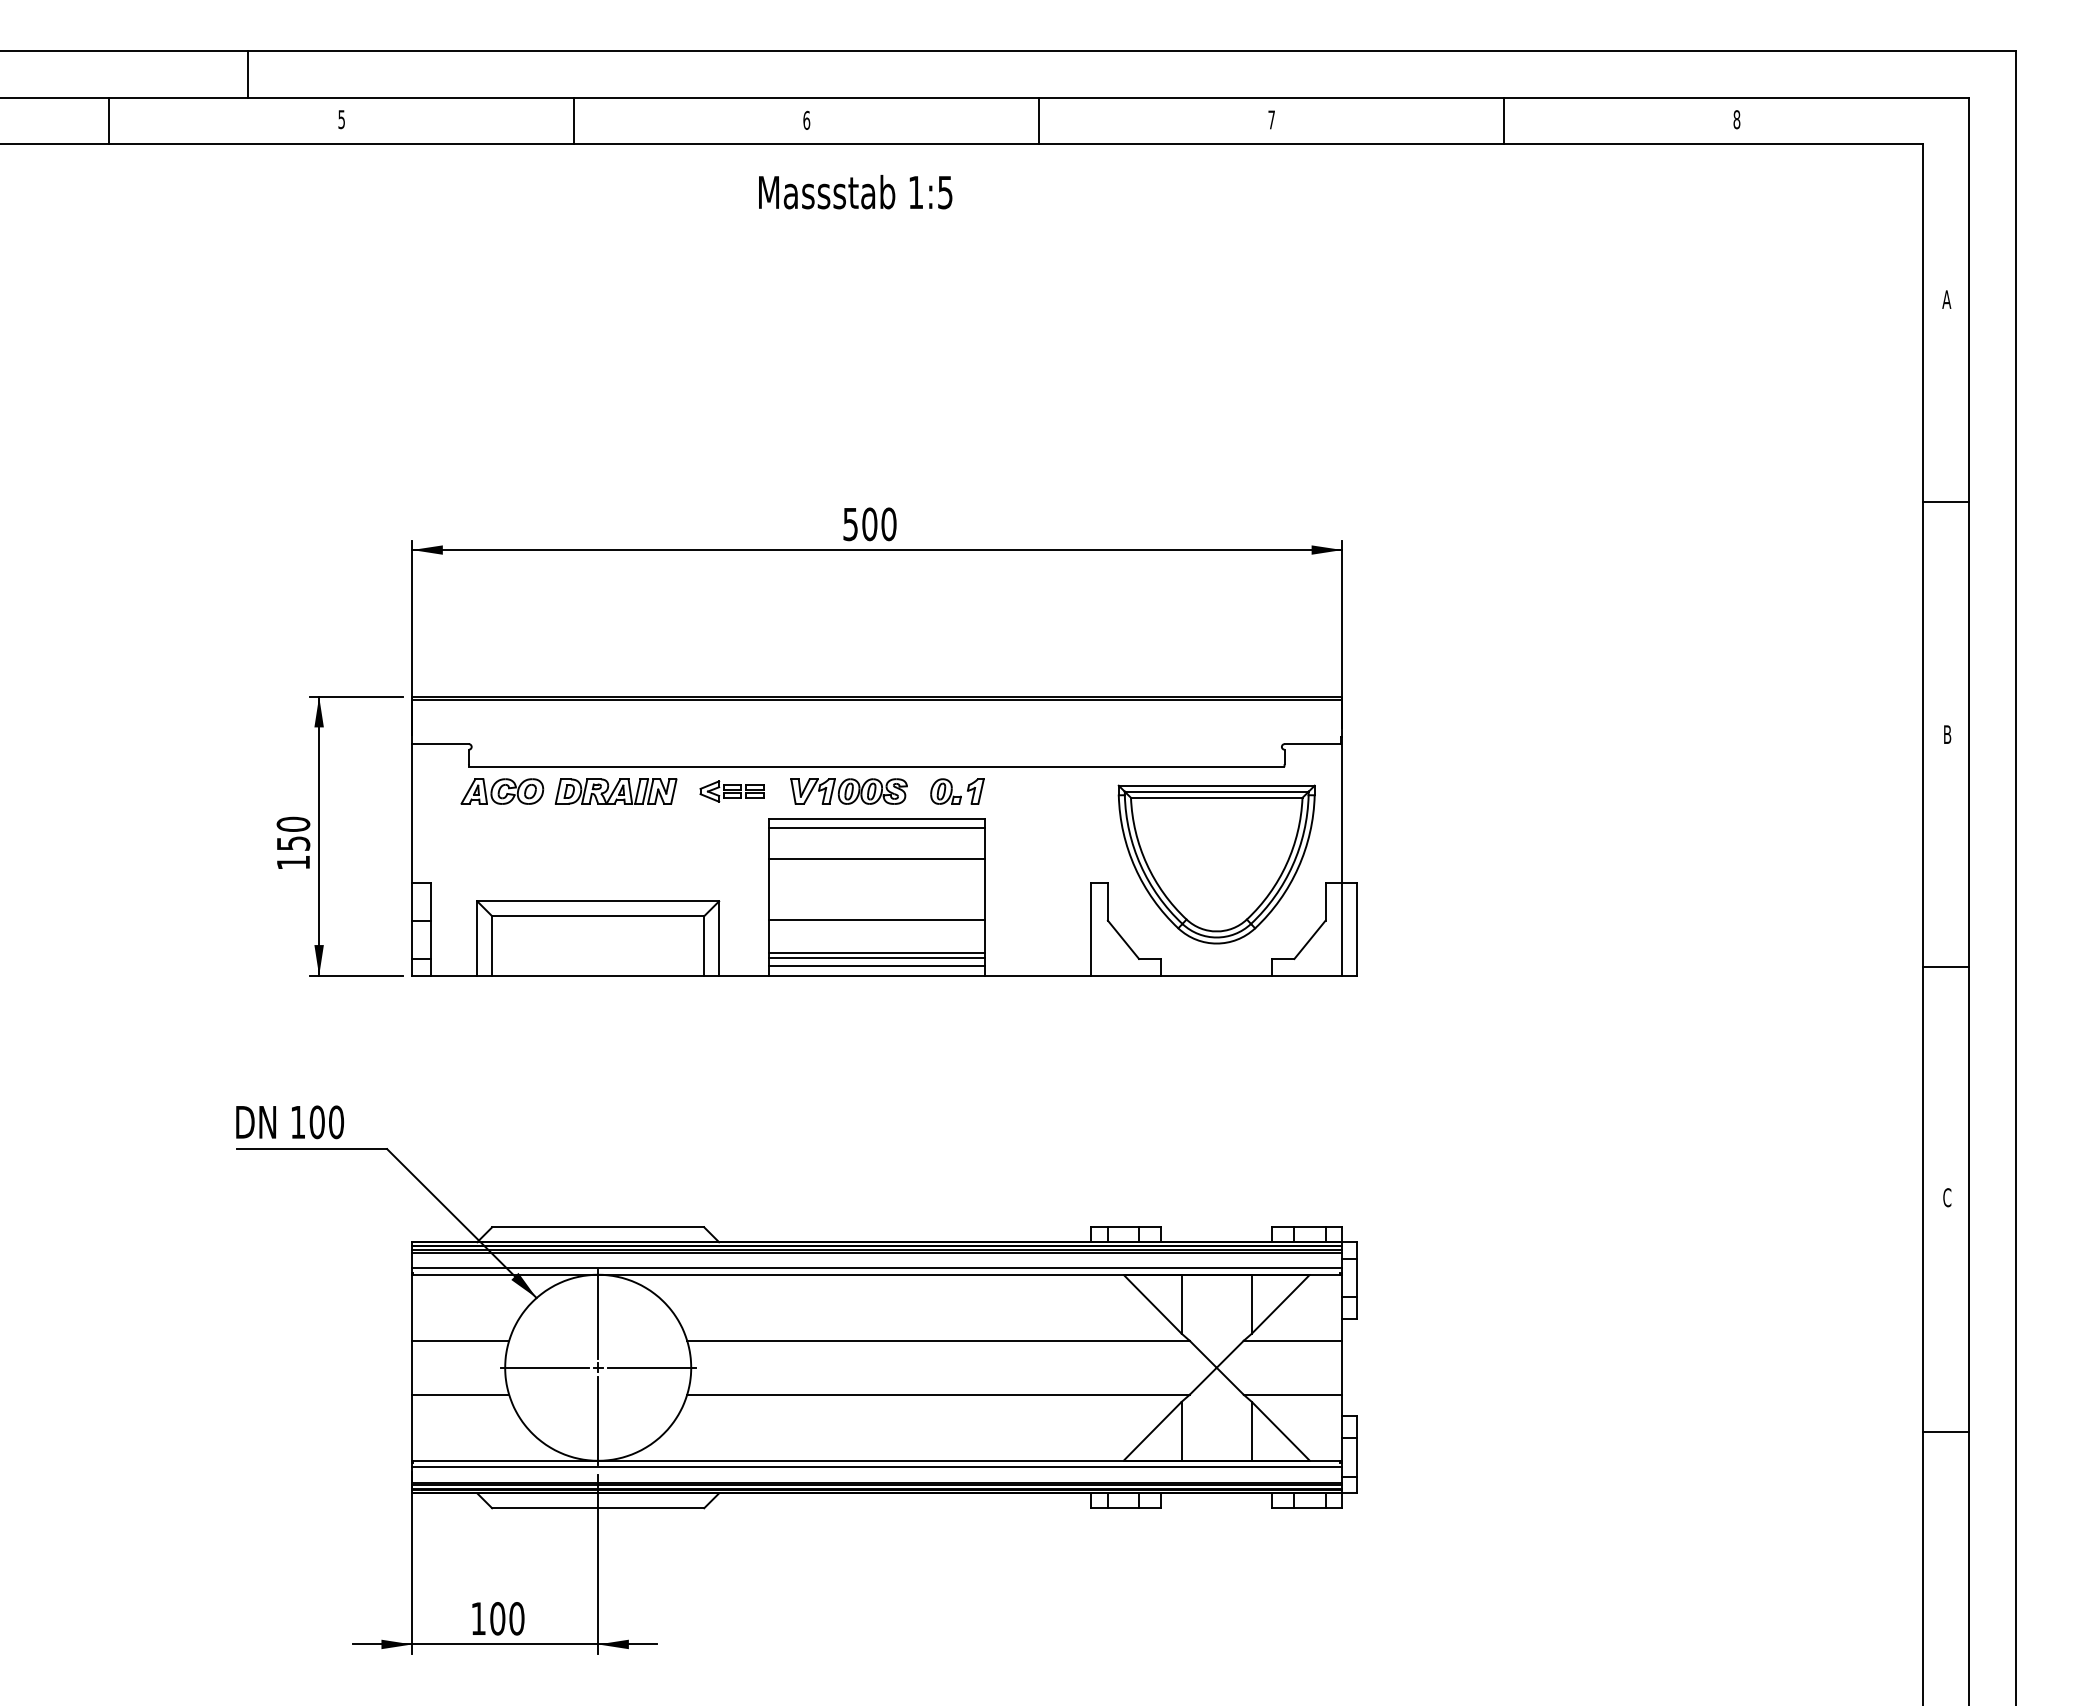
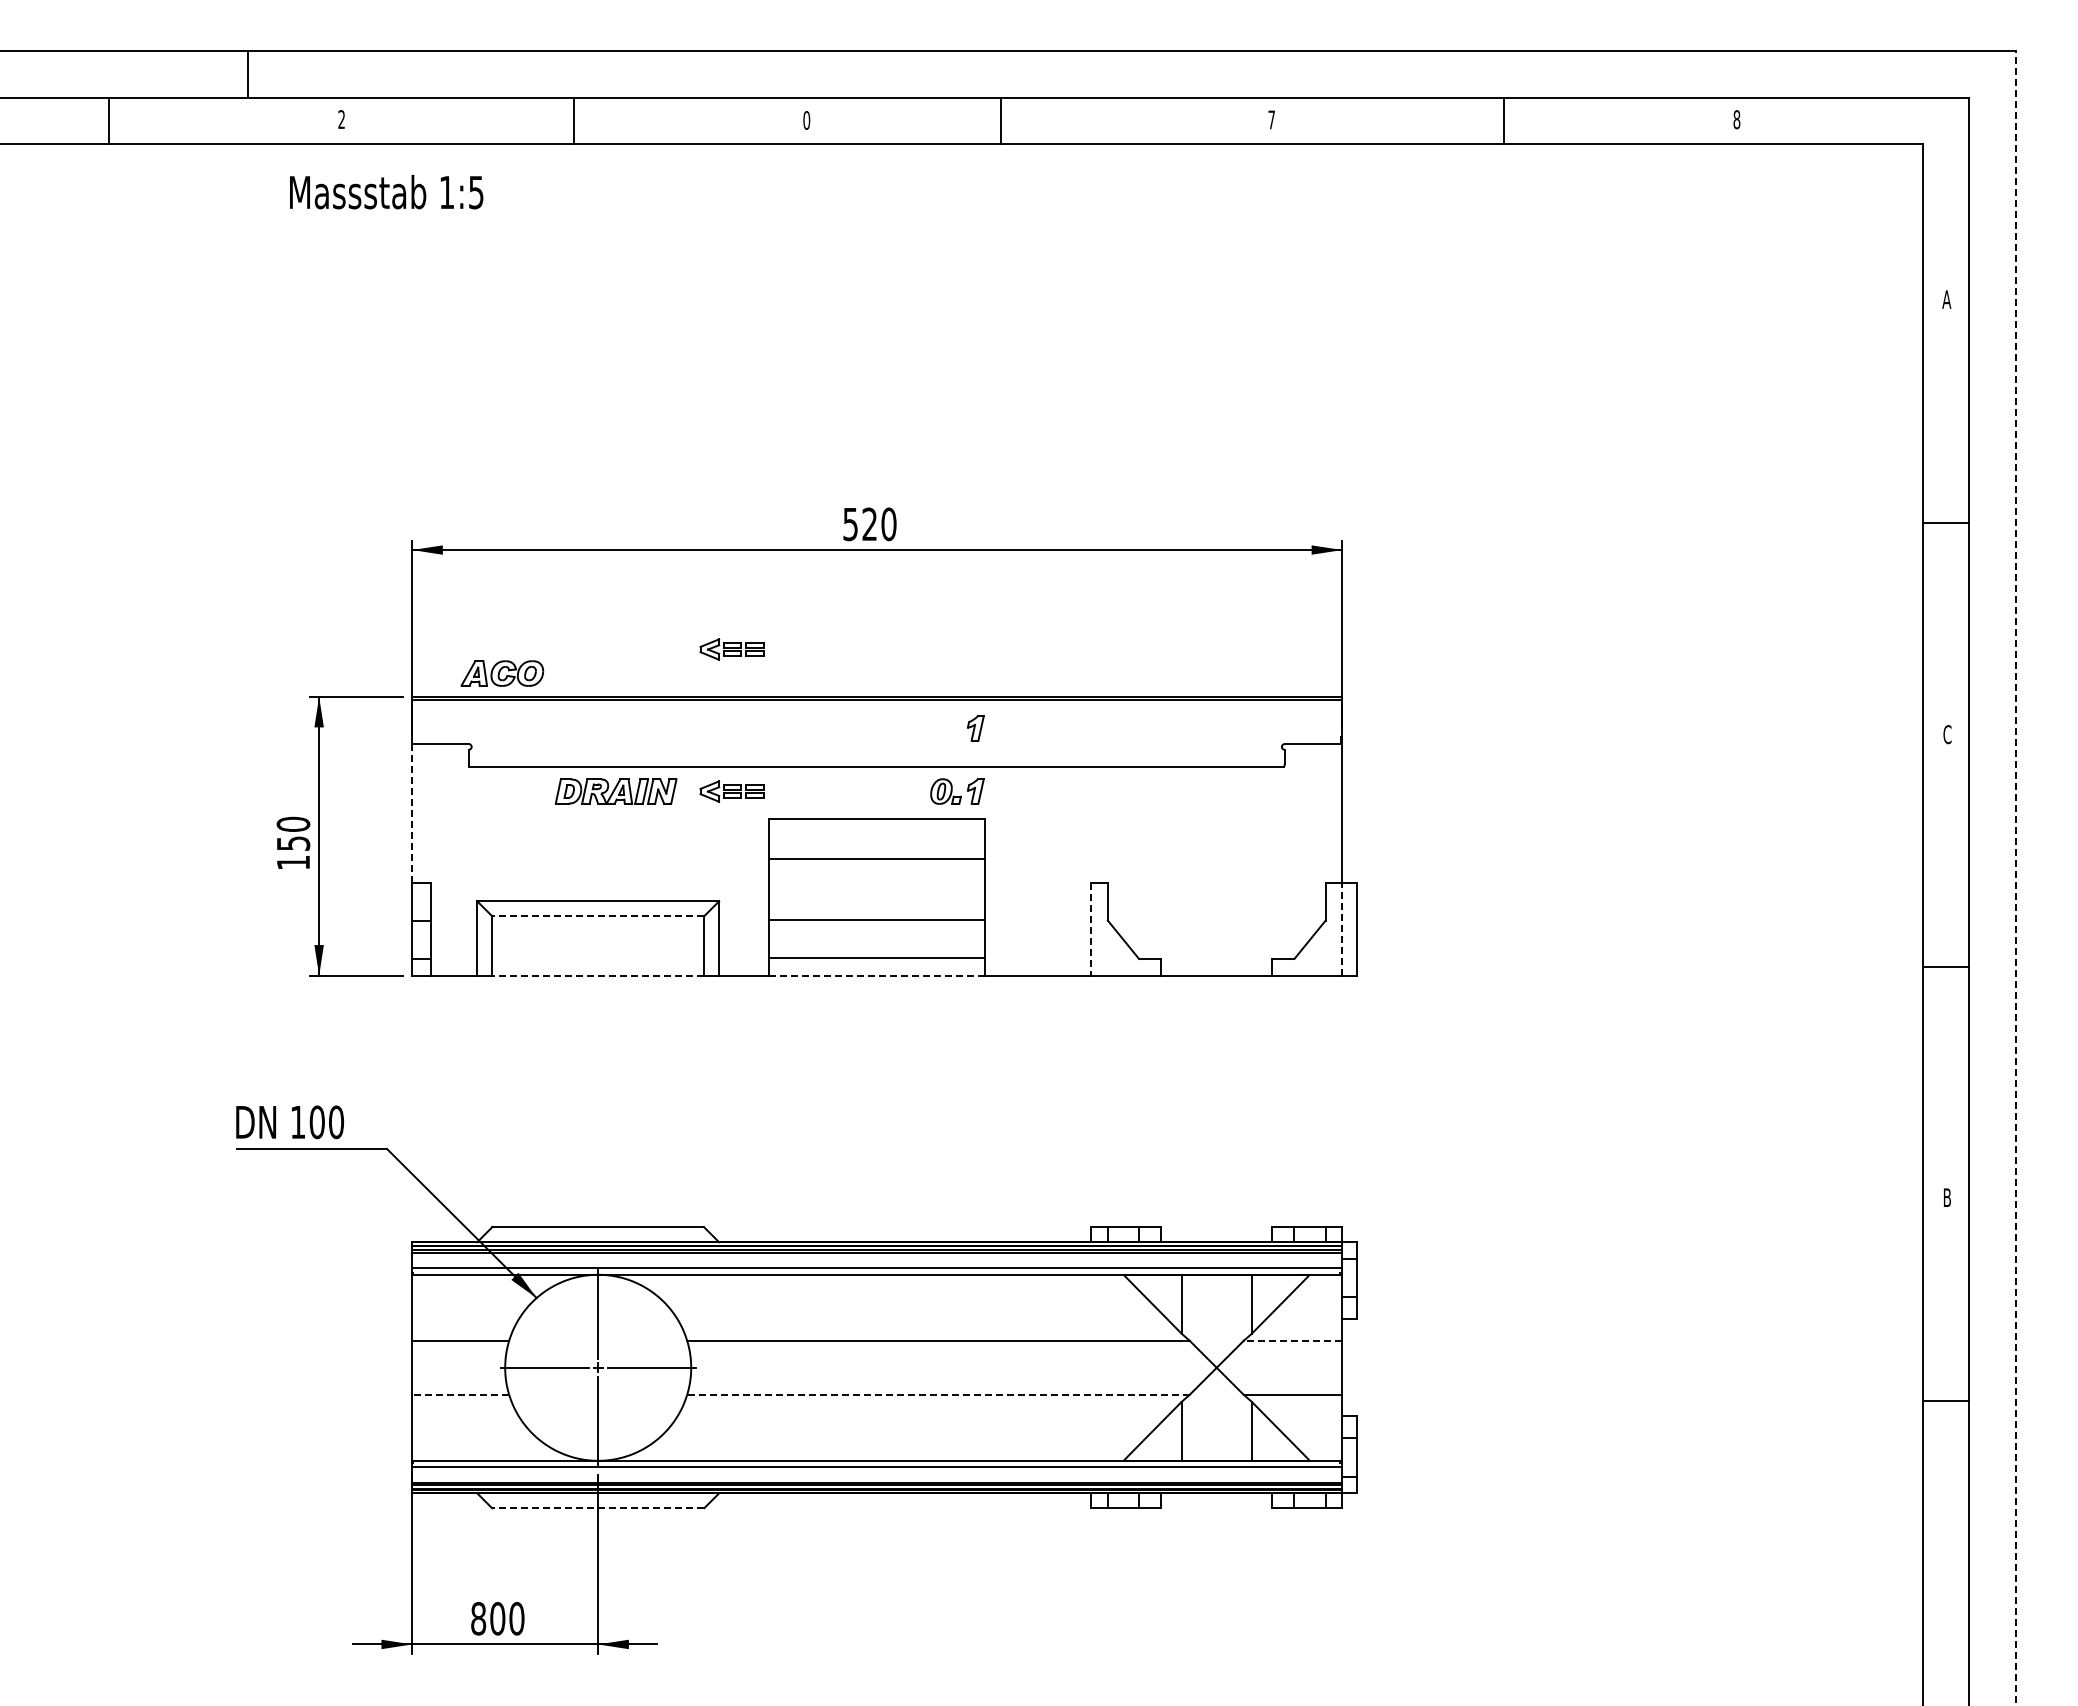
text at (341, 119): 5 -> 2
text at (806, 119): 6 -> 0
line at (1039, 120) position: (1039, 120) -> (1001, 120)
text at (855, 192) position: (855, 192) -> (386, 192)
line at (1945, 502) position: (1945, 502) -> (1945, 523)
text at (869, 524): 500 -> 520
part at (731, 649): none -> present
part at (975, 728): none -> present
text at (1947, 734): B -> C
part at (502, 791) position: (502, 791) -> (502, 673)
part at (848, 791): present -> none
line at (412, 813): solid -> dashed
line at (877, 827): present -> none
part at (1216, 864): present -> none
line at (2015, 877): solid -> dashed
line at (597, 916): solid -> dashed
line at (1091, 929): solid -> dashed
line at (1342, 929): solid -> dashed
line at (877, 953): present -> none
line at (877, 966): present -> none
line at (597, 975): solid -> dashed
line at (877, 975): solid -> dashed
text at (1947, 1197): C -> B
line at (1292, 1340): solid -> dashed
line at (460, 1394): solid -> dashed
line at (937, 1394): solid -> dashed
line at (1945, 1432) position: (1945, 1432) -> (1945, 1401)
line at (597, 1508): solid -> dashed
text at (478, 1618): 100 -> 800
